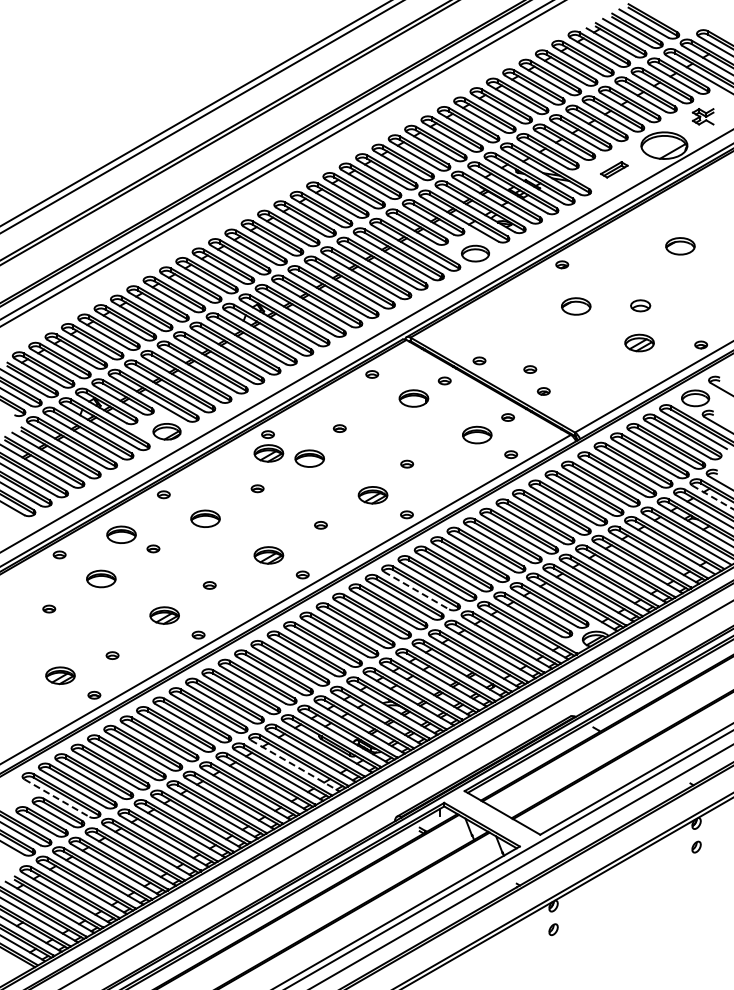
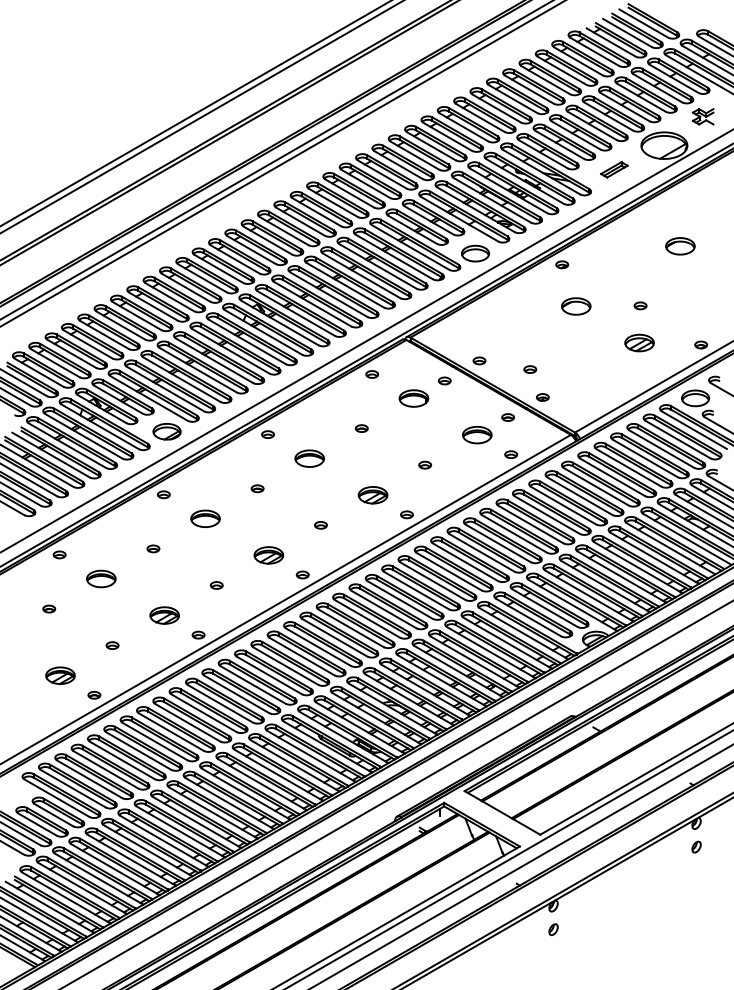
part at (640, 305) size: 22x14 px -> 15x10 px
part at (543, 391) position: (543, 391) -> (542, 397)
part at (339, 428) position: (339, 428) -> (361, 428)
part at (268, 453): present -> none
part at (407, 463) position: (407, 463) -> (425, 464)
line at (712, 497): dashed -> solid
part at (121, 534): present -> none
part at (209, 585) position: (209, 585) -> (216, 585)
line at (416, 590): dashed -> solid
part at (112, 655) position: (112, 655) -> (112, 645)
line at (294, 765): dashed -> solid
line at (56, 798): dashed -> solid
